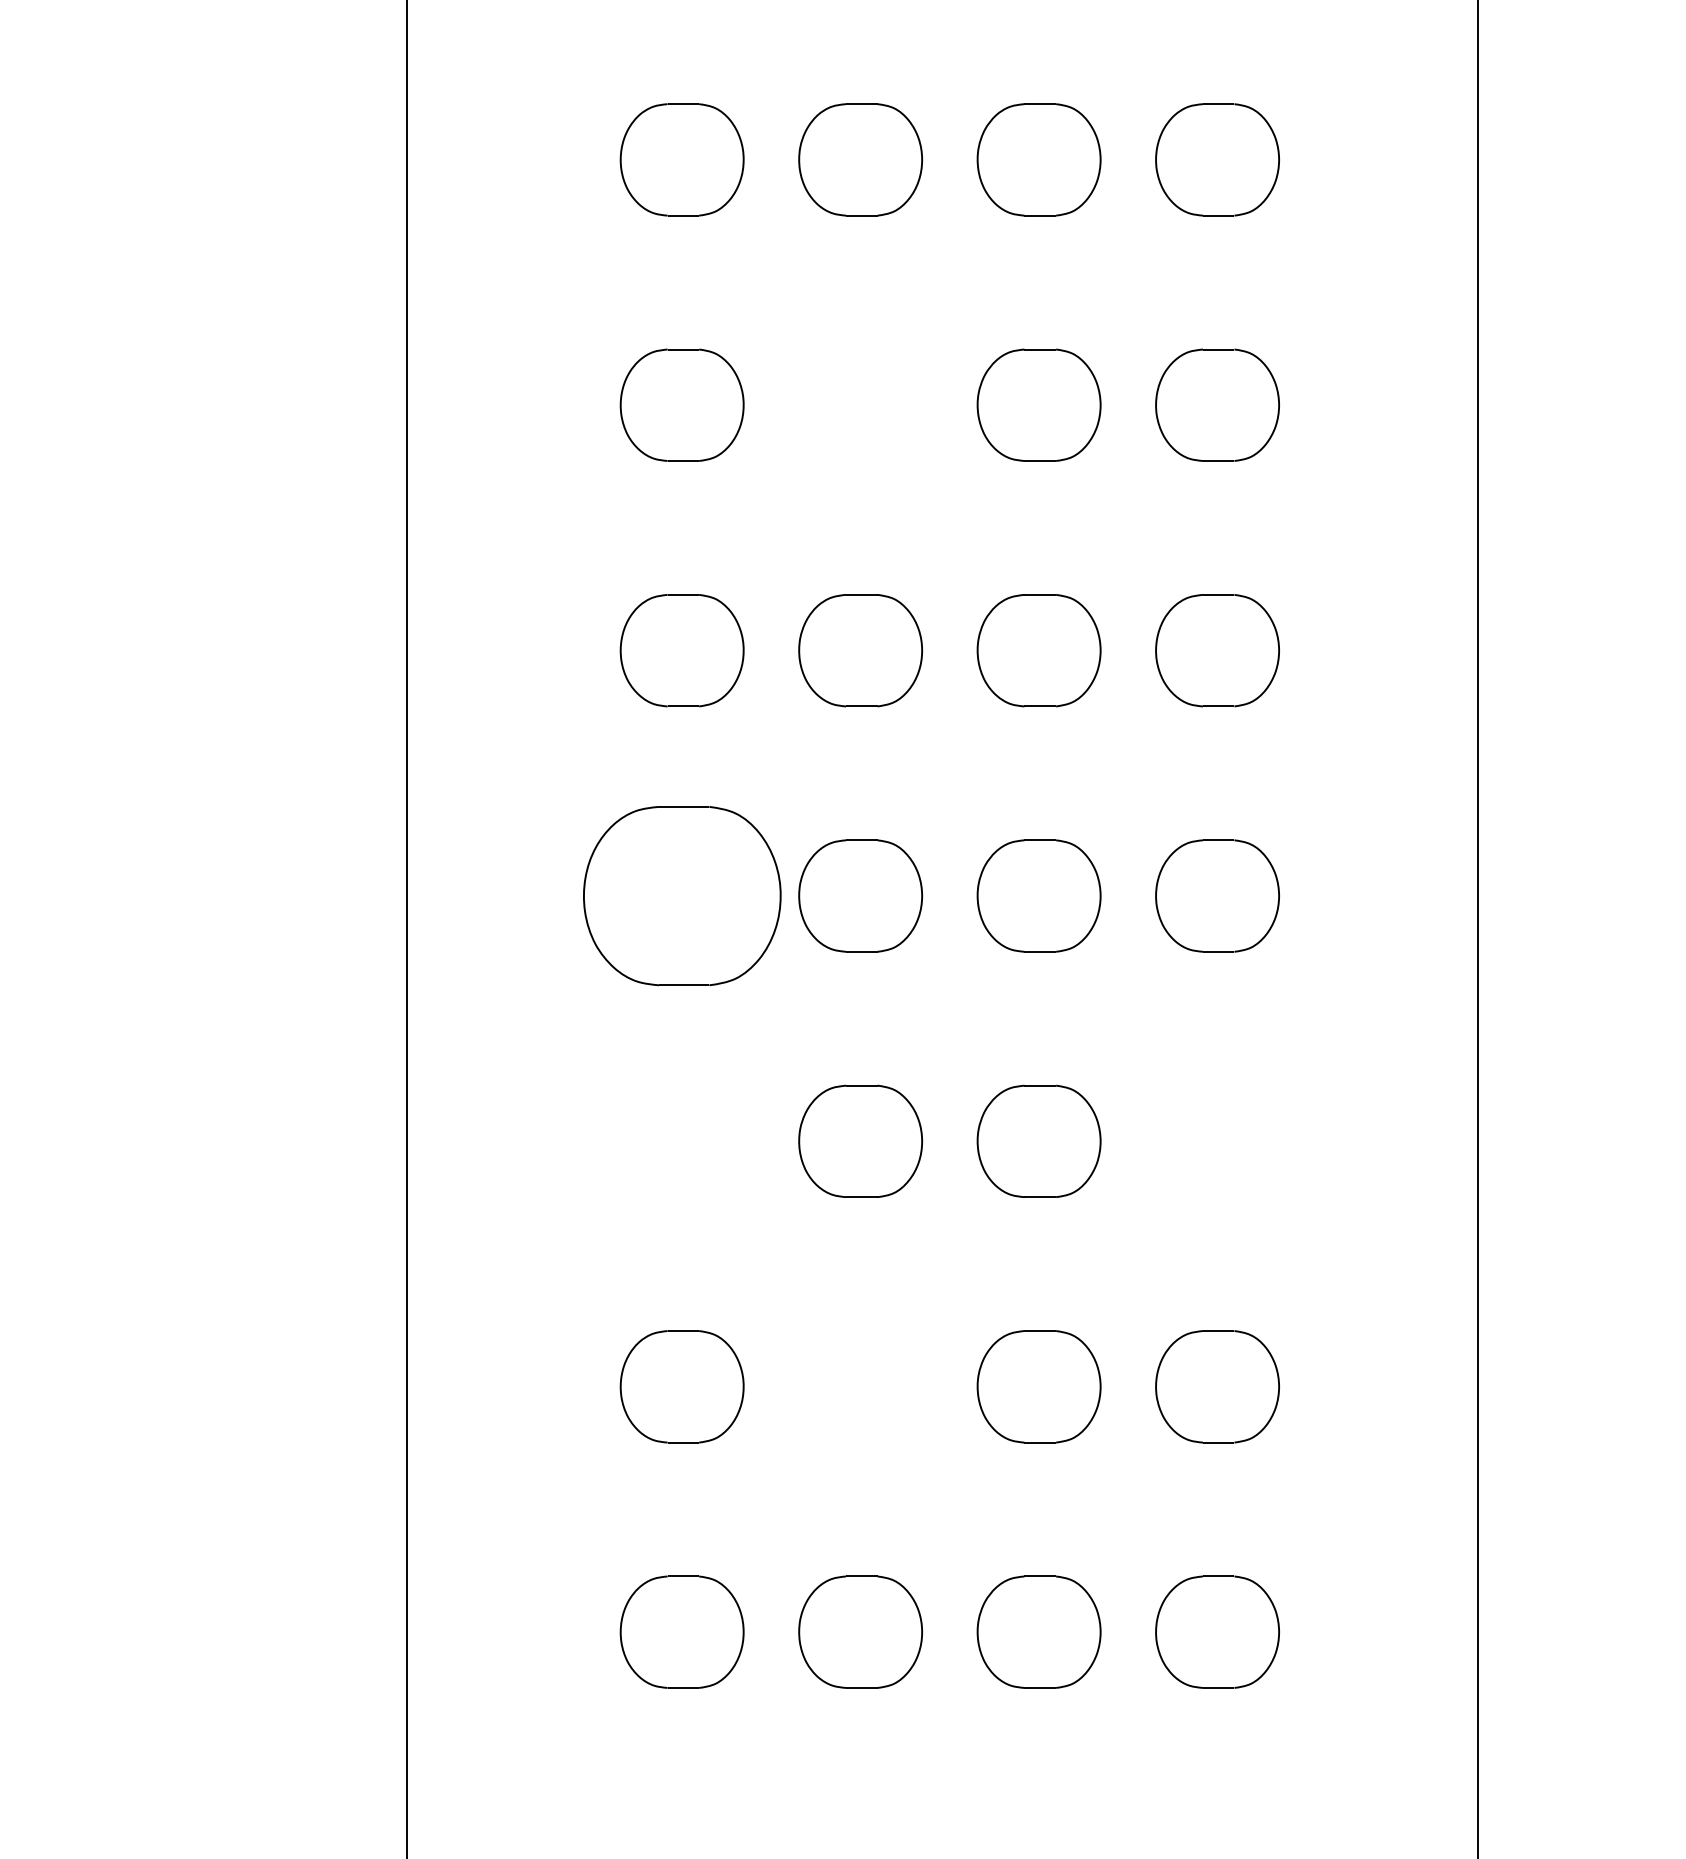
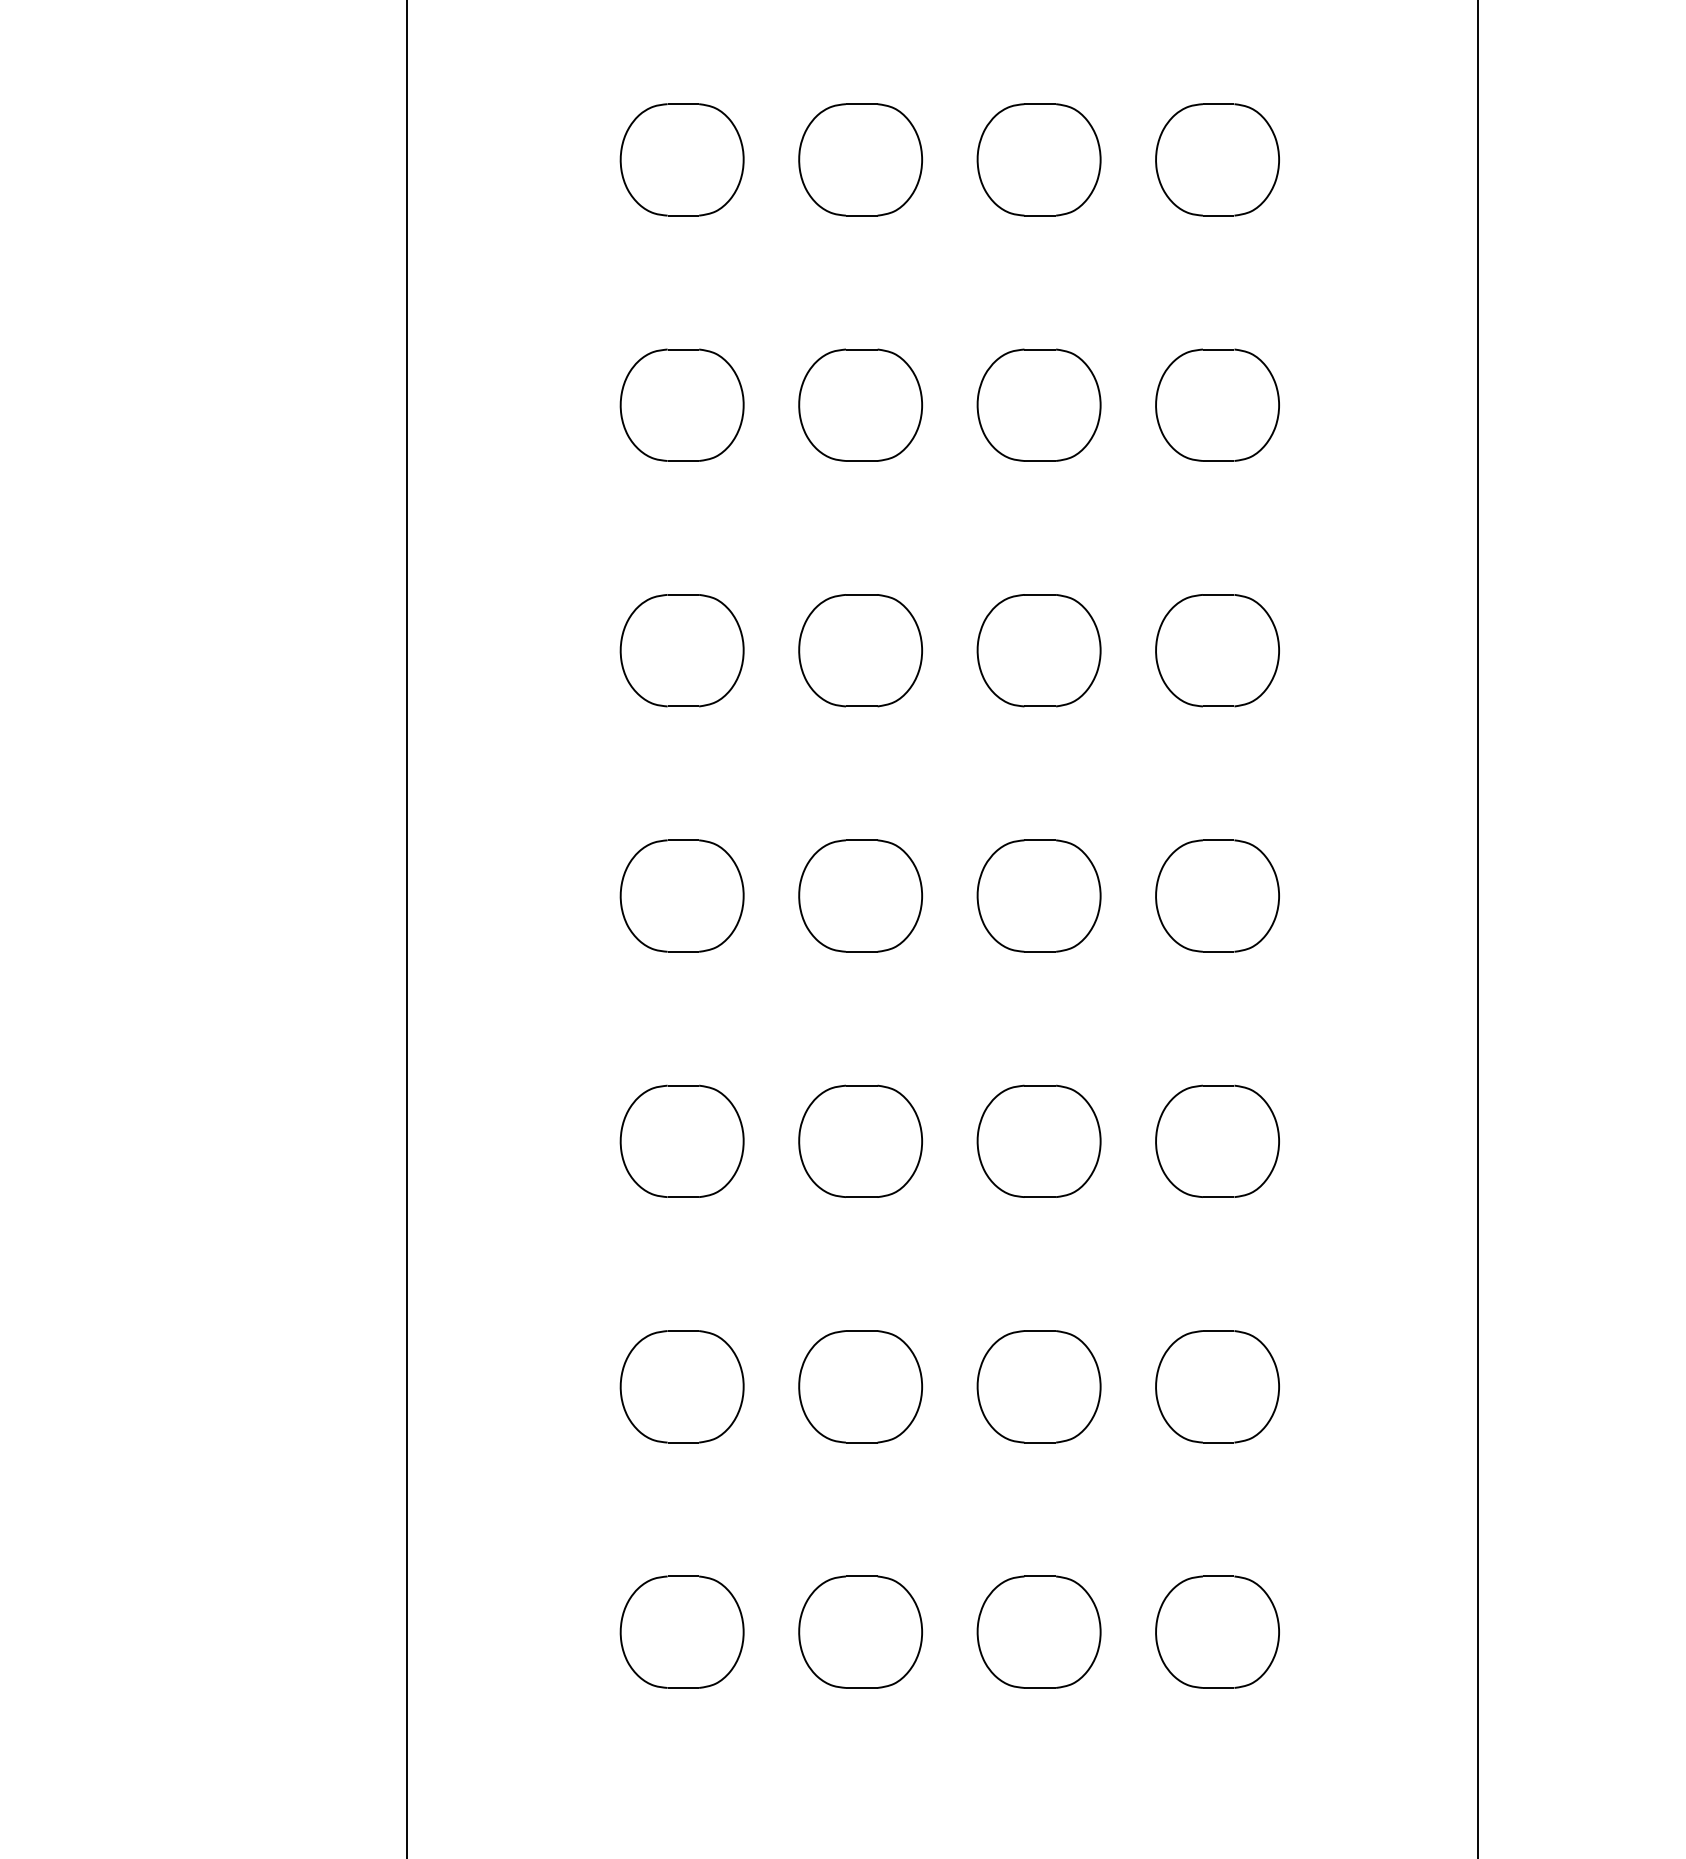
part at (860, 404): none -> present
part at (682, 896) size: 199x181 px -> 126x114 px
part at (681, 1140): none -> present
part at (1217, 1140): none -> present
part at (860, 1386): none -> present
